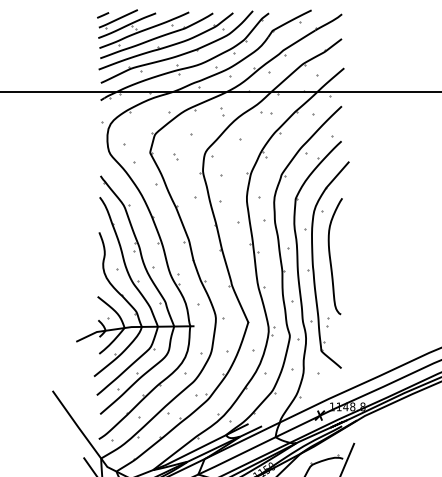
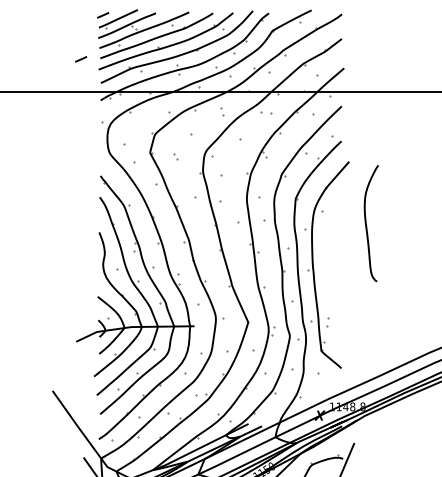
line at (81, 59): none -> present
curve at (330, 256) position: (330, 256) -> (366, 223)
